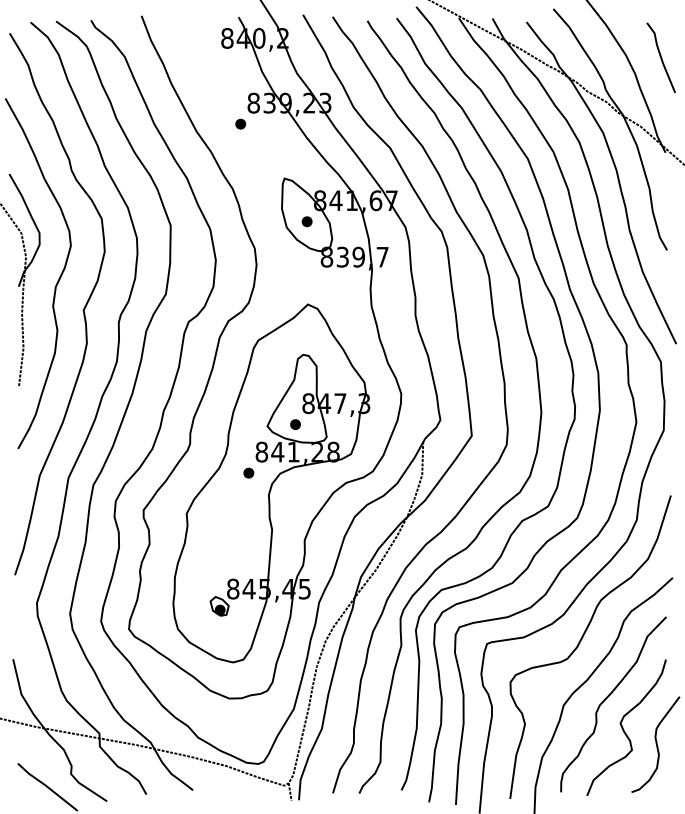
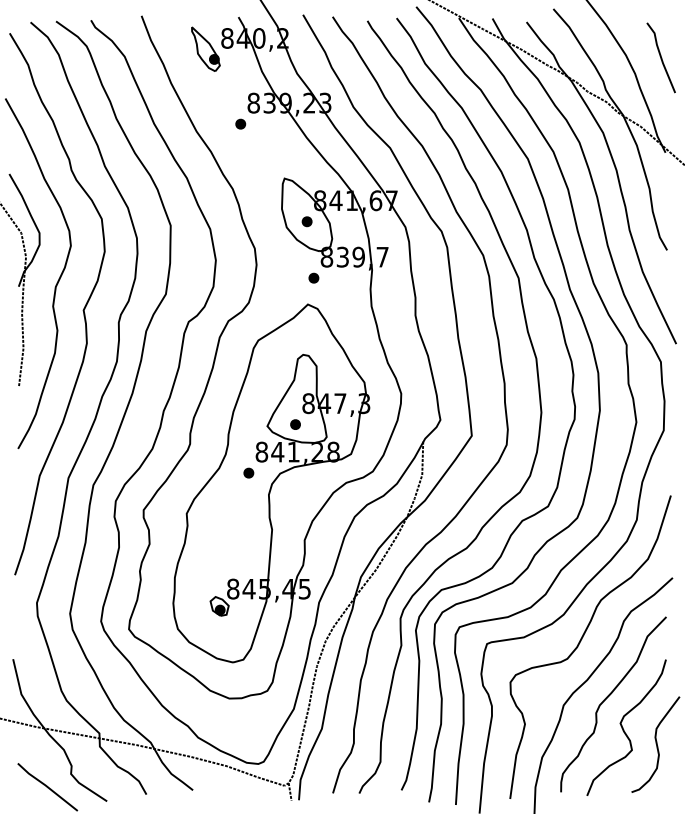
part at (205, 48): none -> present
part at (313, 277): none -> present
